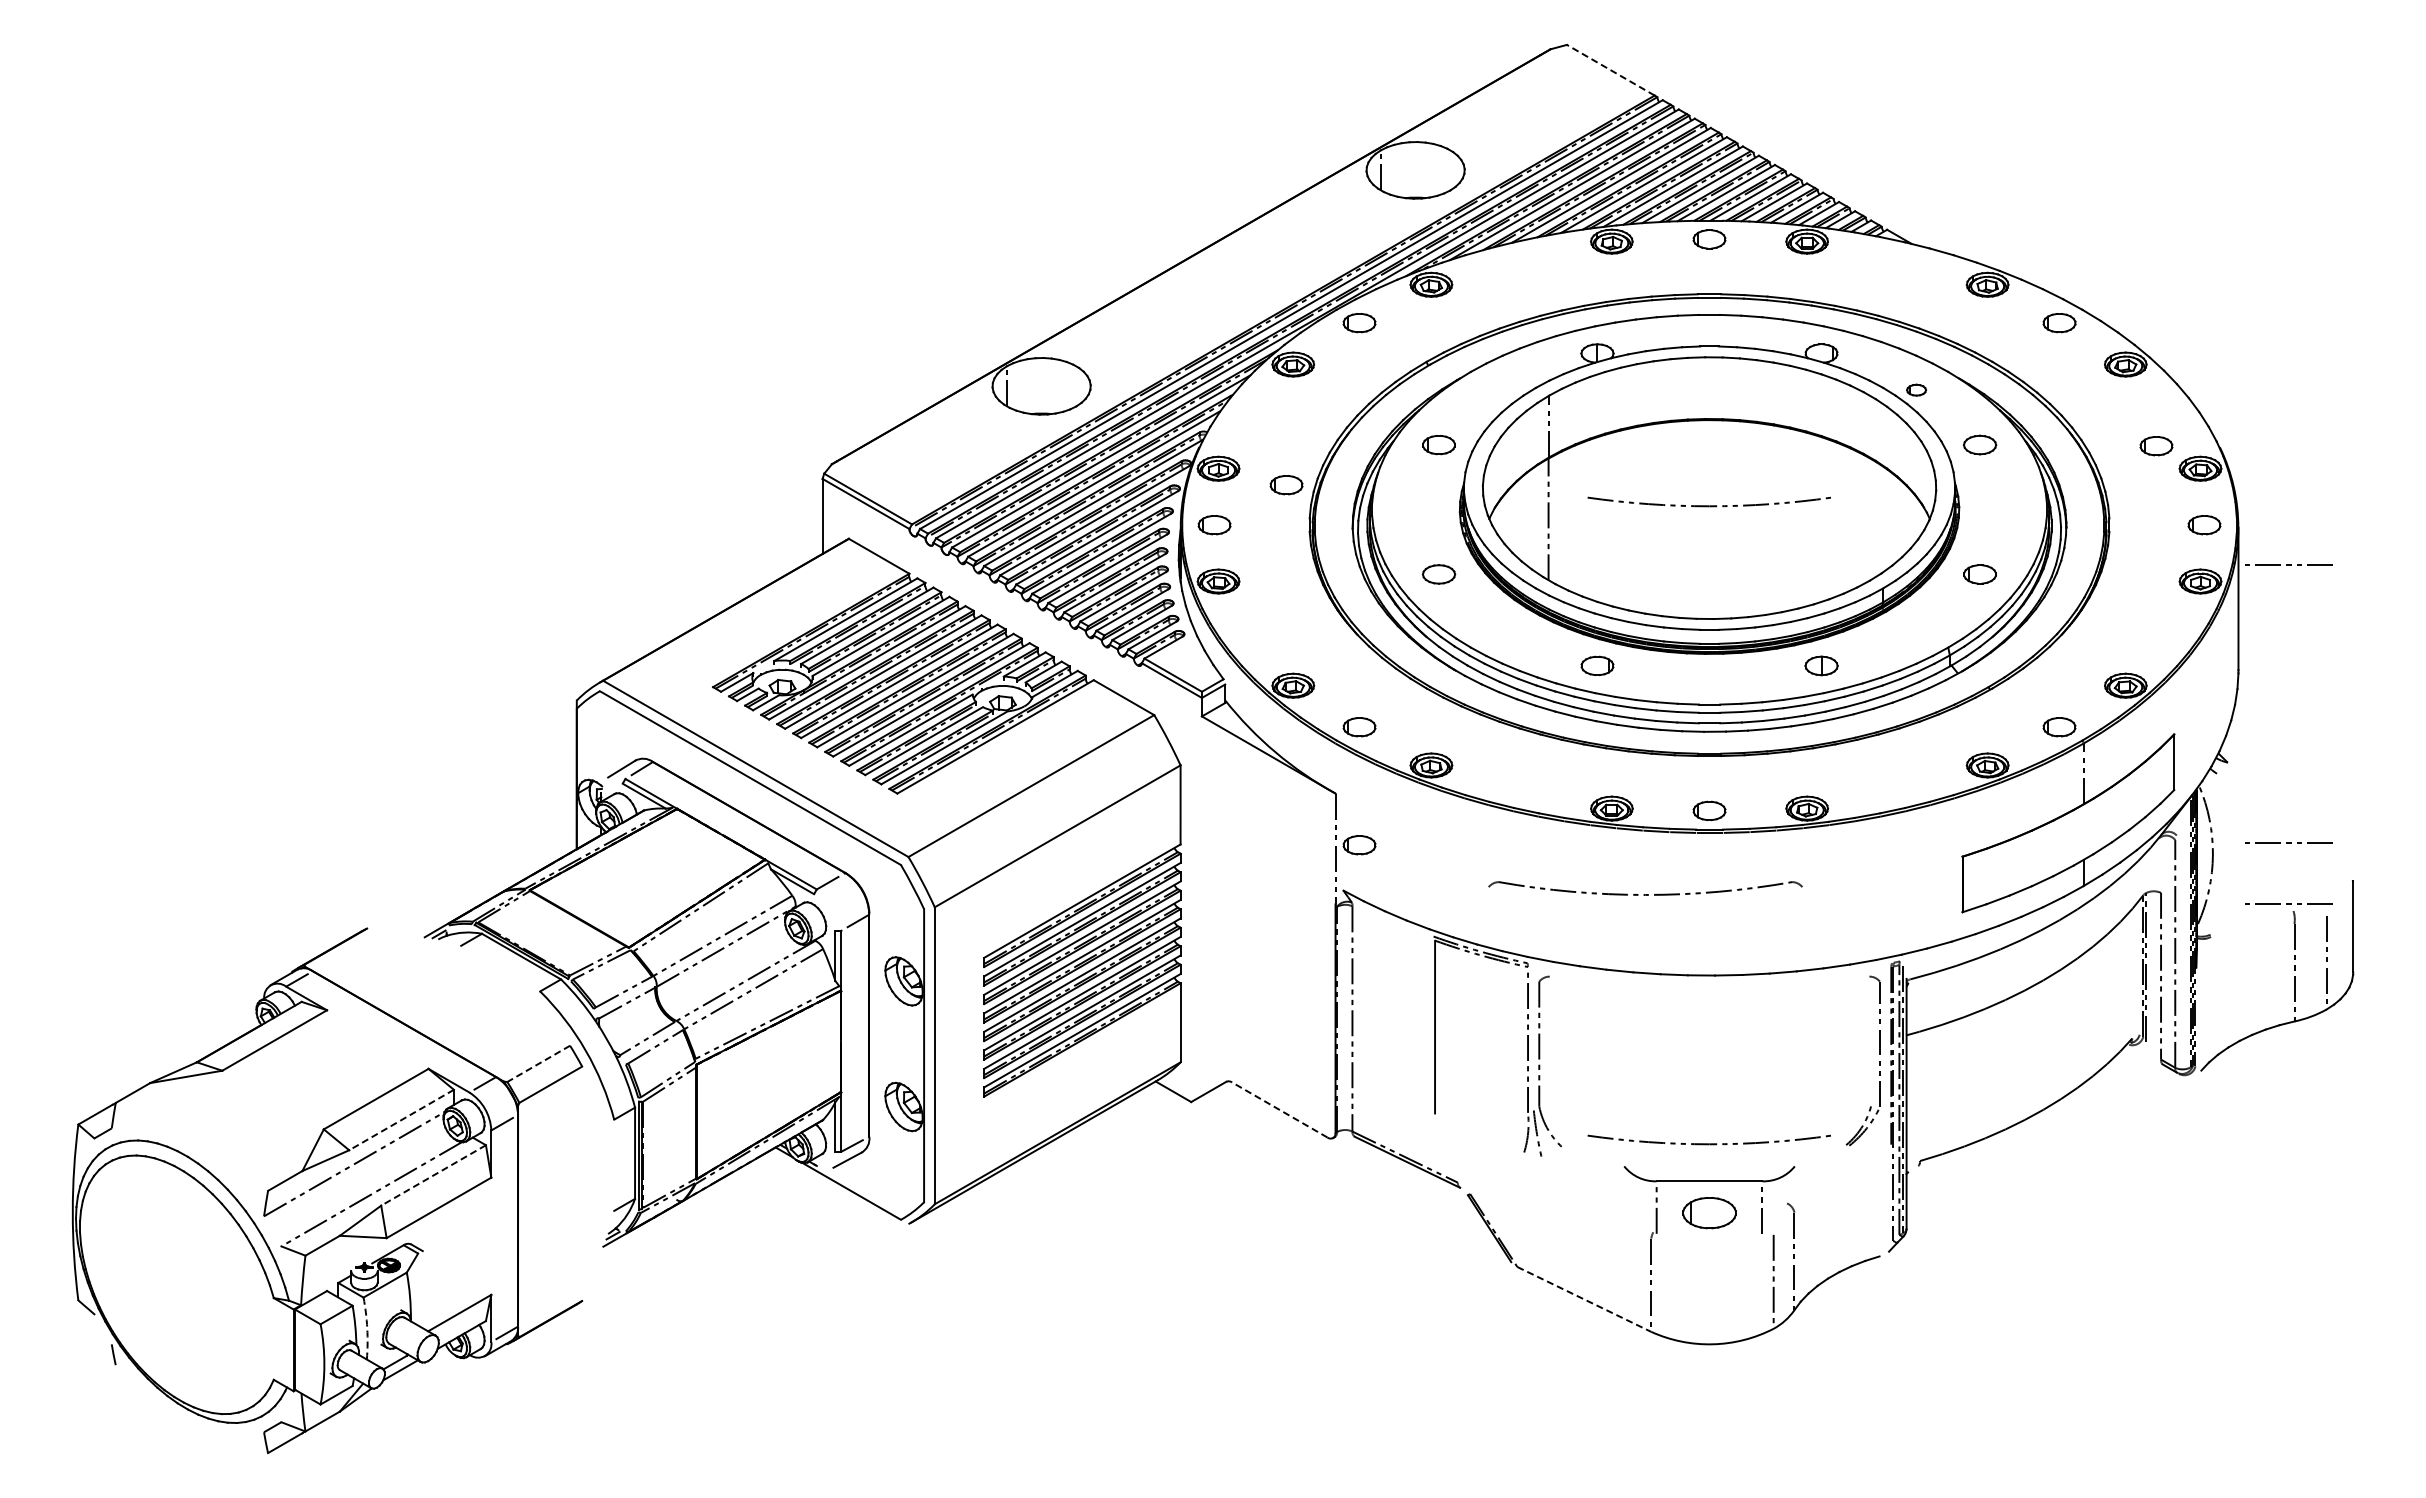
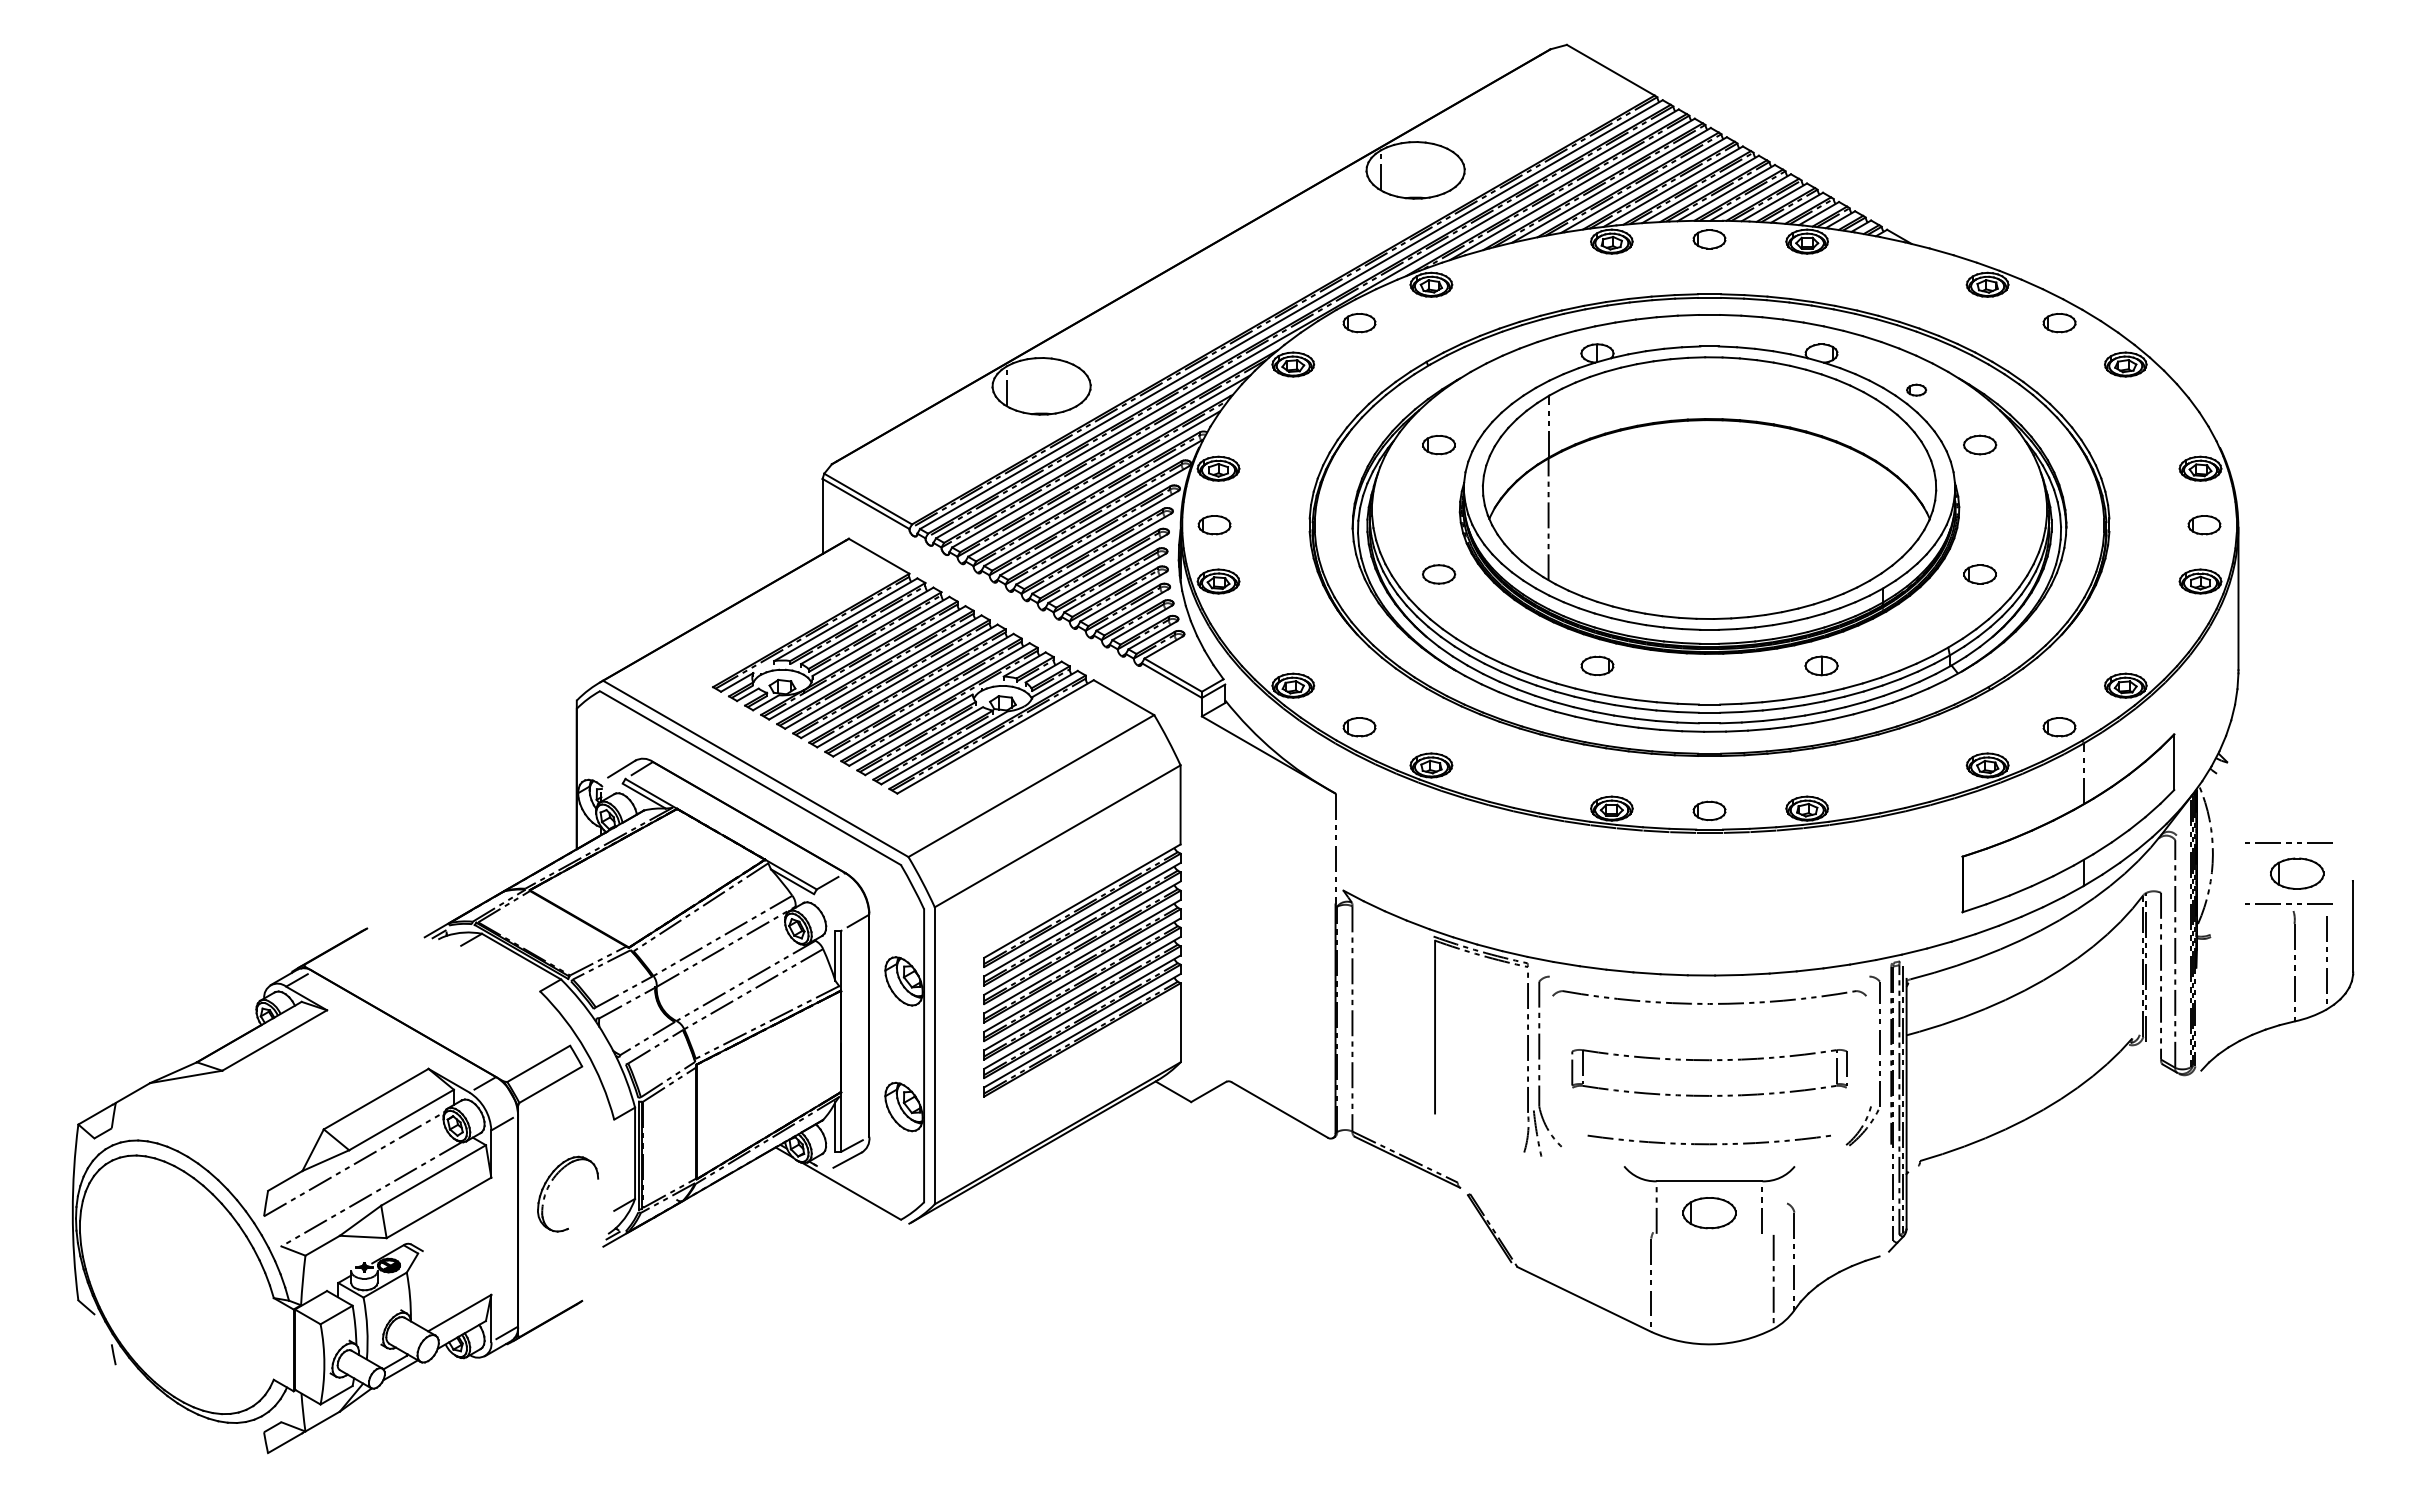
line at (1610, 70): dashed -> solid
part at (2156, 446): present -> none
part at (1286, 485): present -> none
arc at (1708, 505): present -> none
line at (2288, 564): present -> none
part at (1359, 845): present -> none
part at (2297, 873): none -> present
part at (1645, 888) position: (1645, 888) -> (1709, 997)
part at (1709, 1061): none -> present
line at (538, 1064): dashed -> solid
line at (1279, 1109): dashed -> solid
line at (401, 1120): dashed -> solid
line at (433, 1175): dashed -> solid
part at (553, 1180): none -> present
line at (1584, 1299): dashed -> solid
arc at (367, 1328): dashed -> solid
